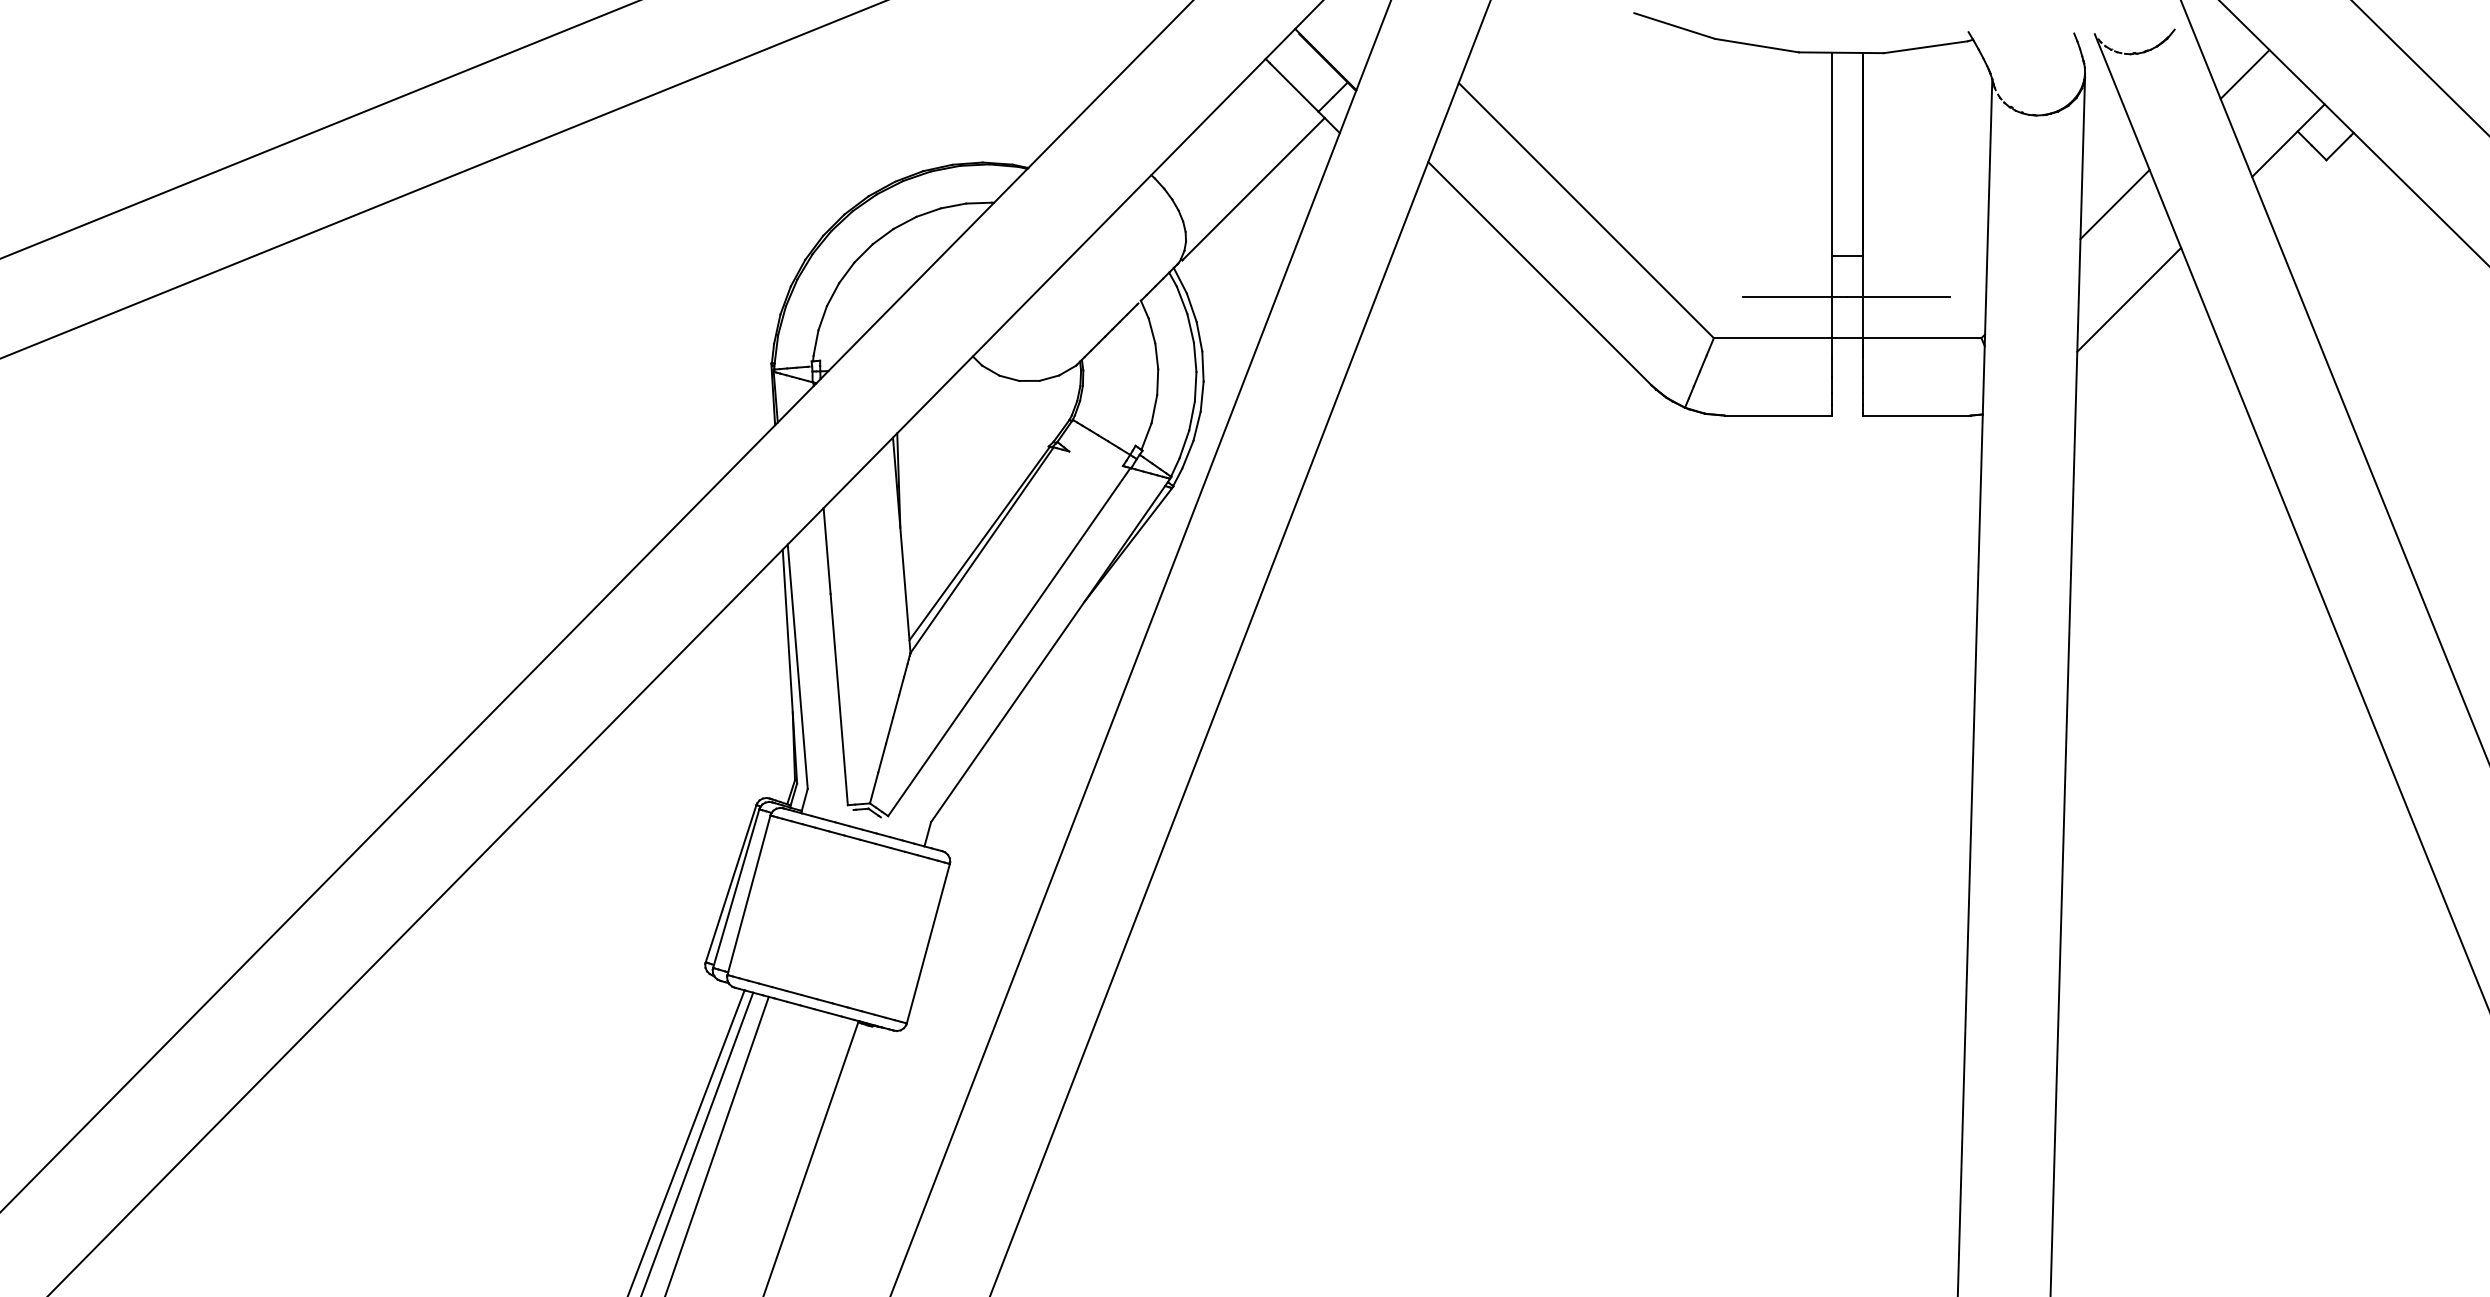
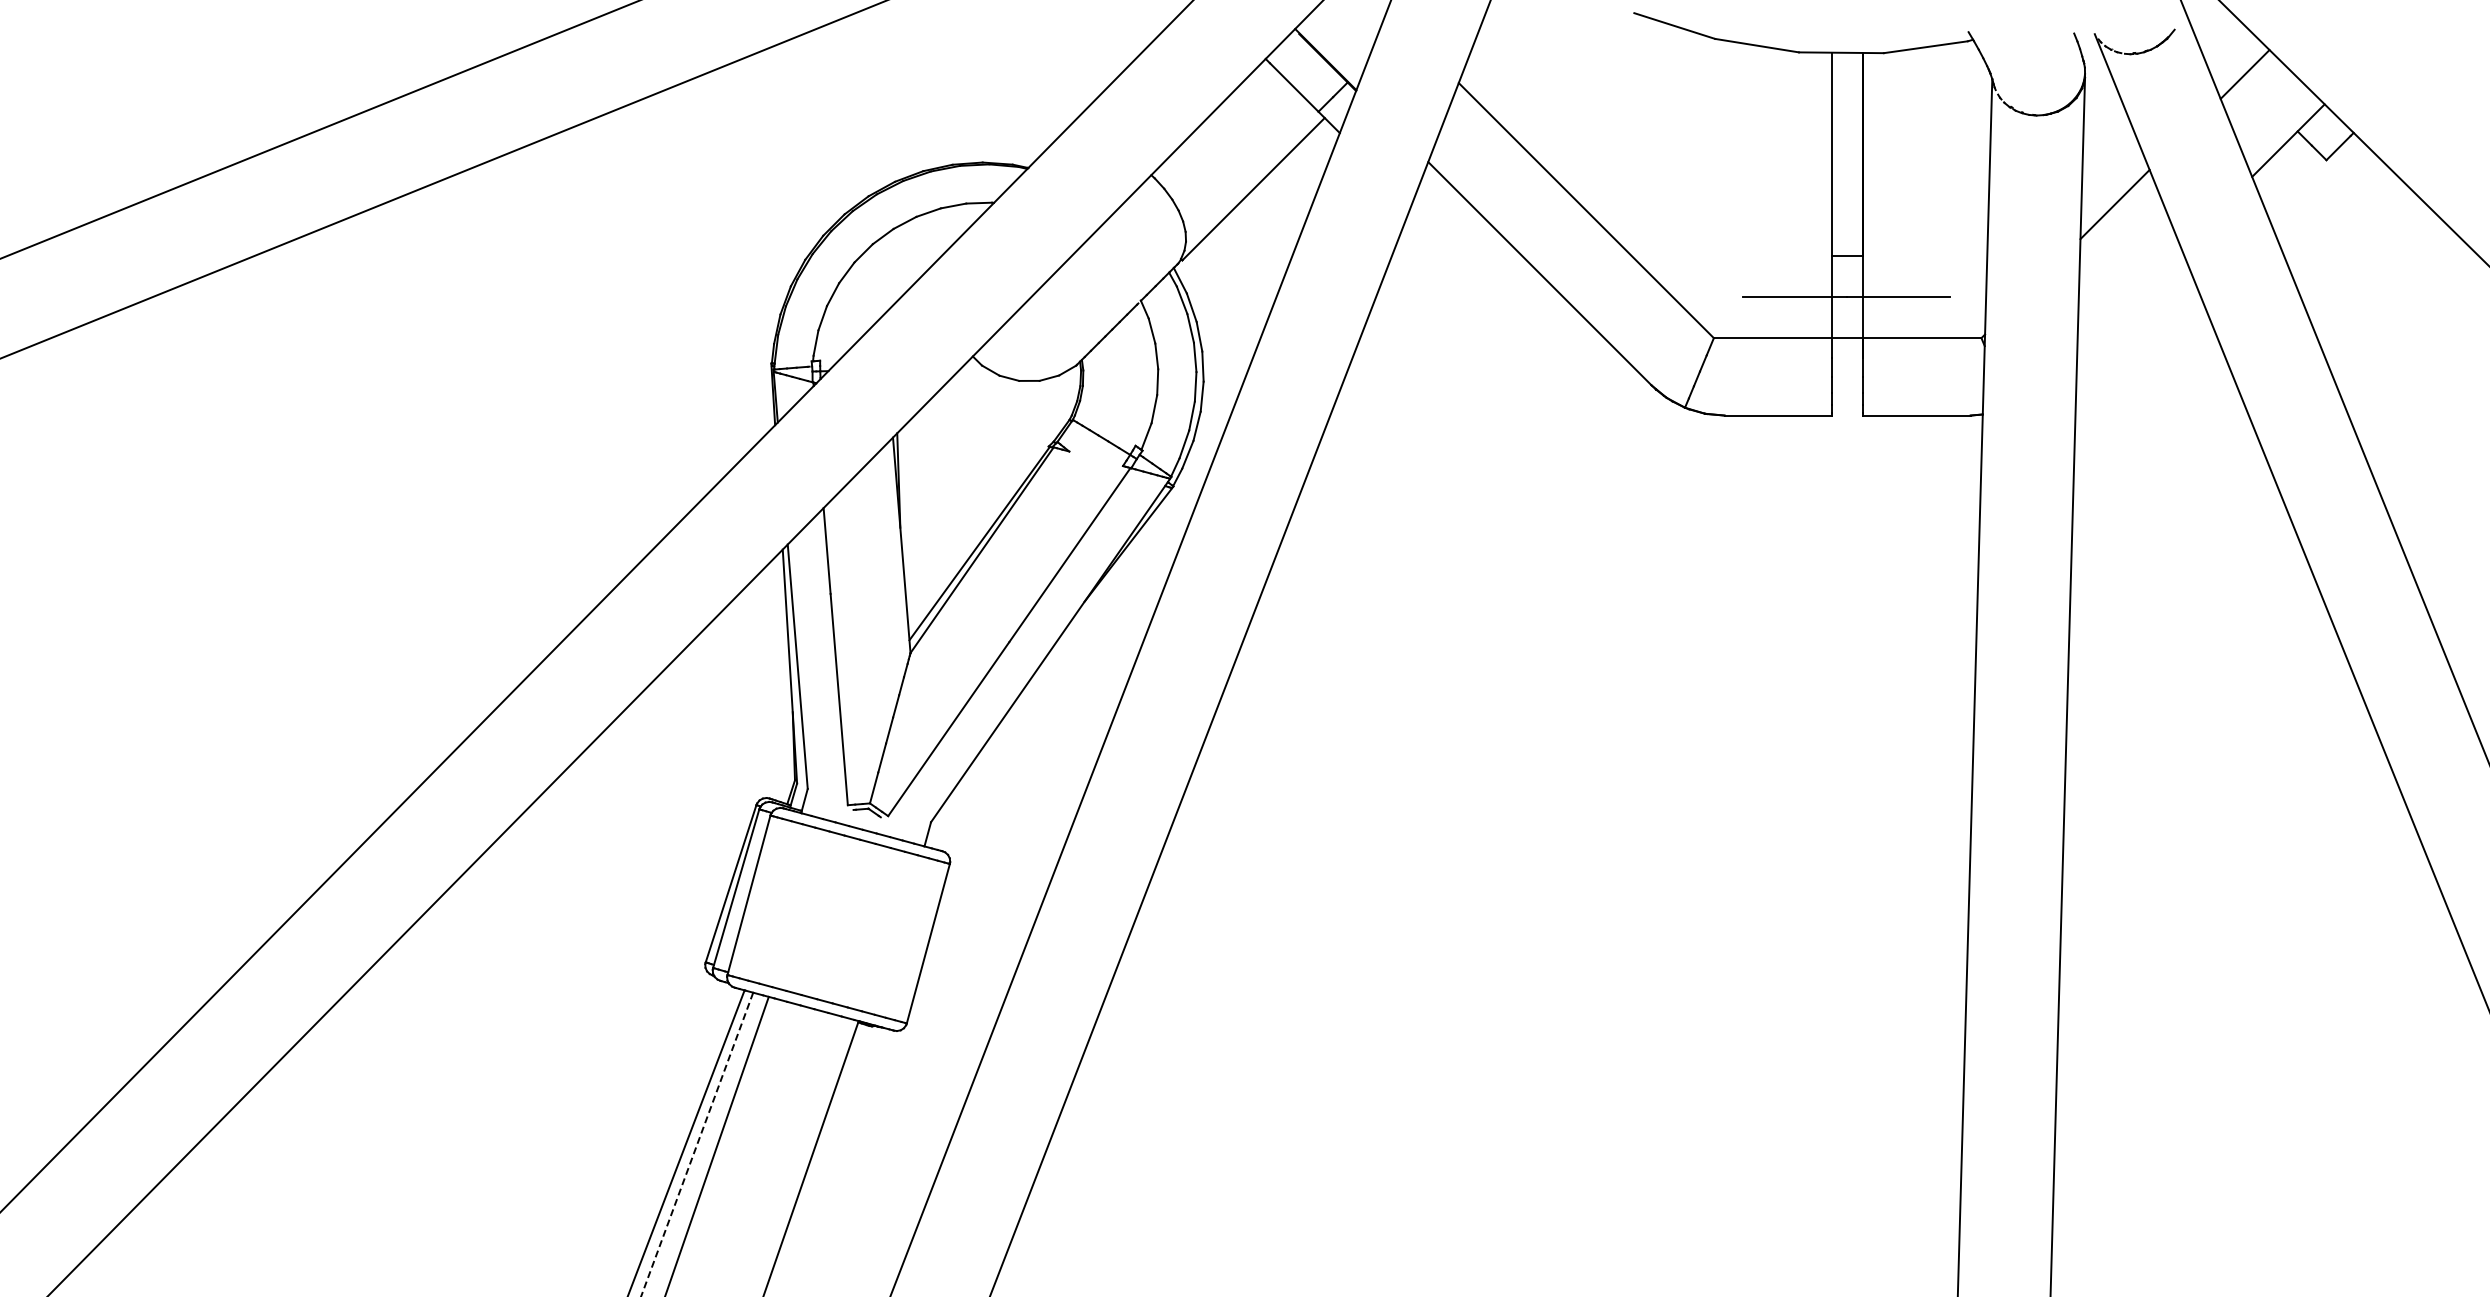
line at (2419, 67): present -> none
line at (2129, 299): present -> none
line at (697, 1144): solid -> dashed
